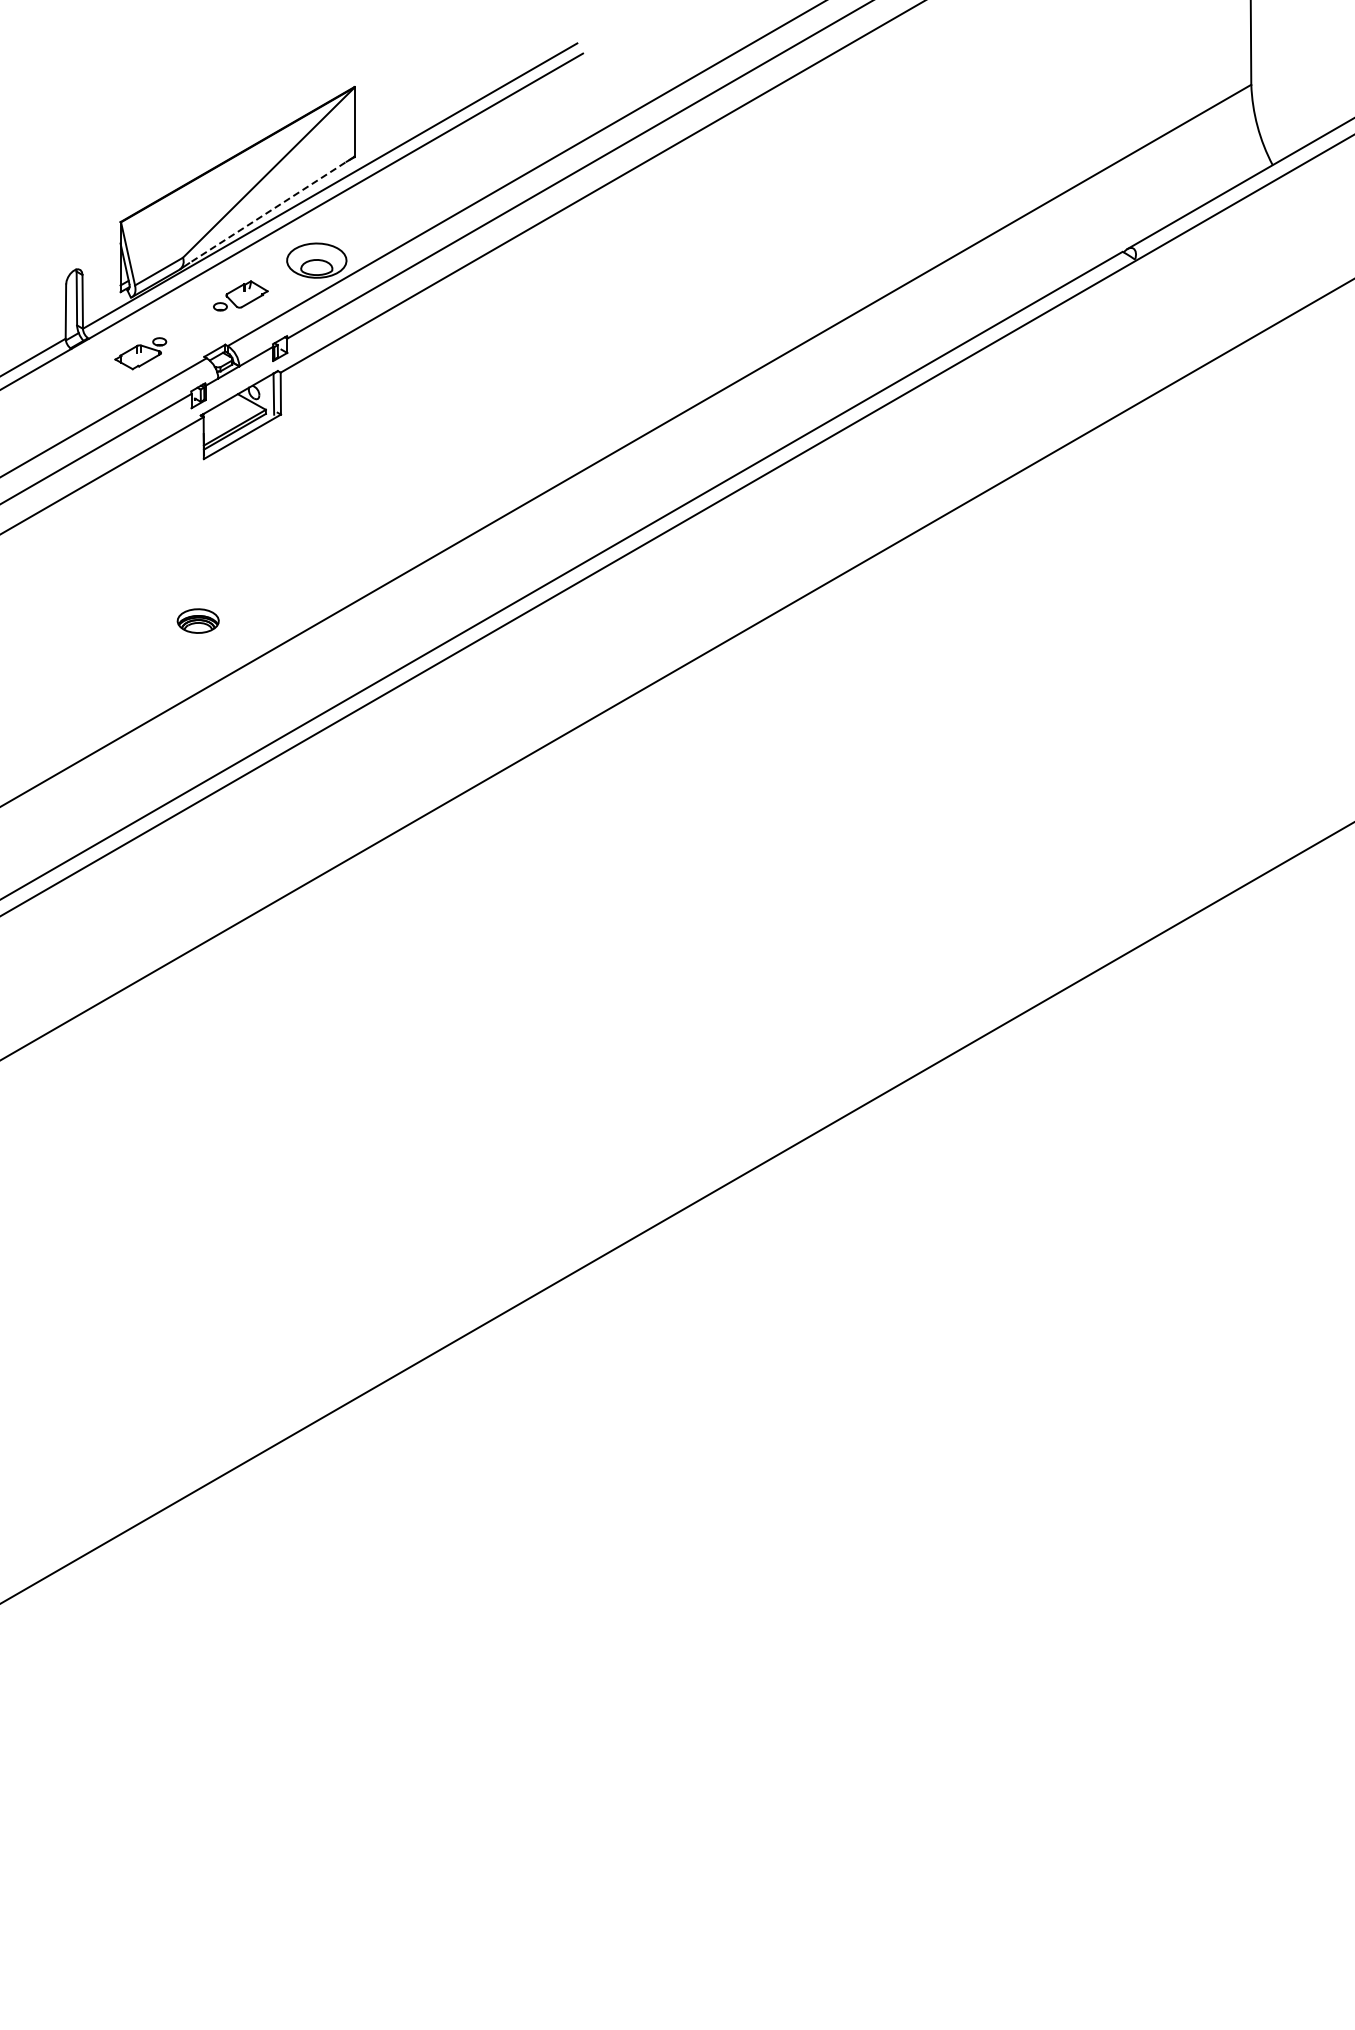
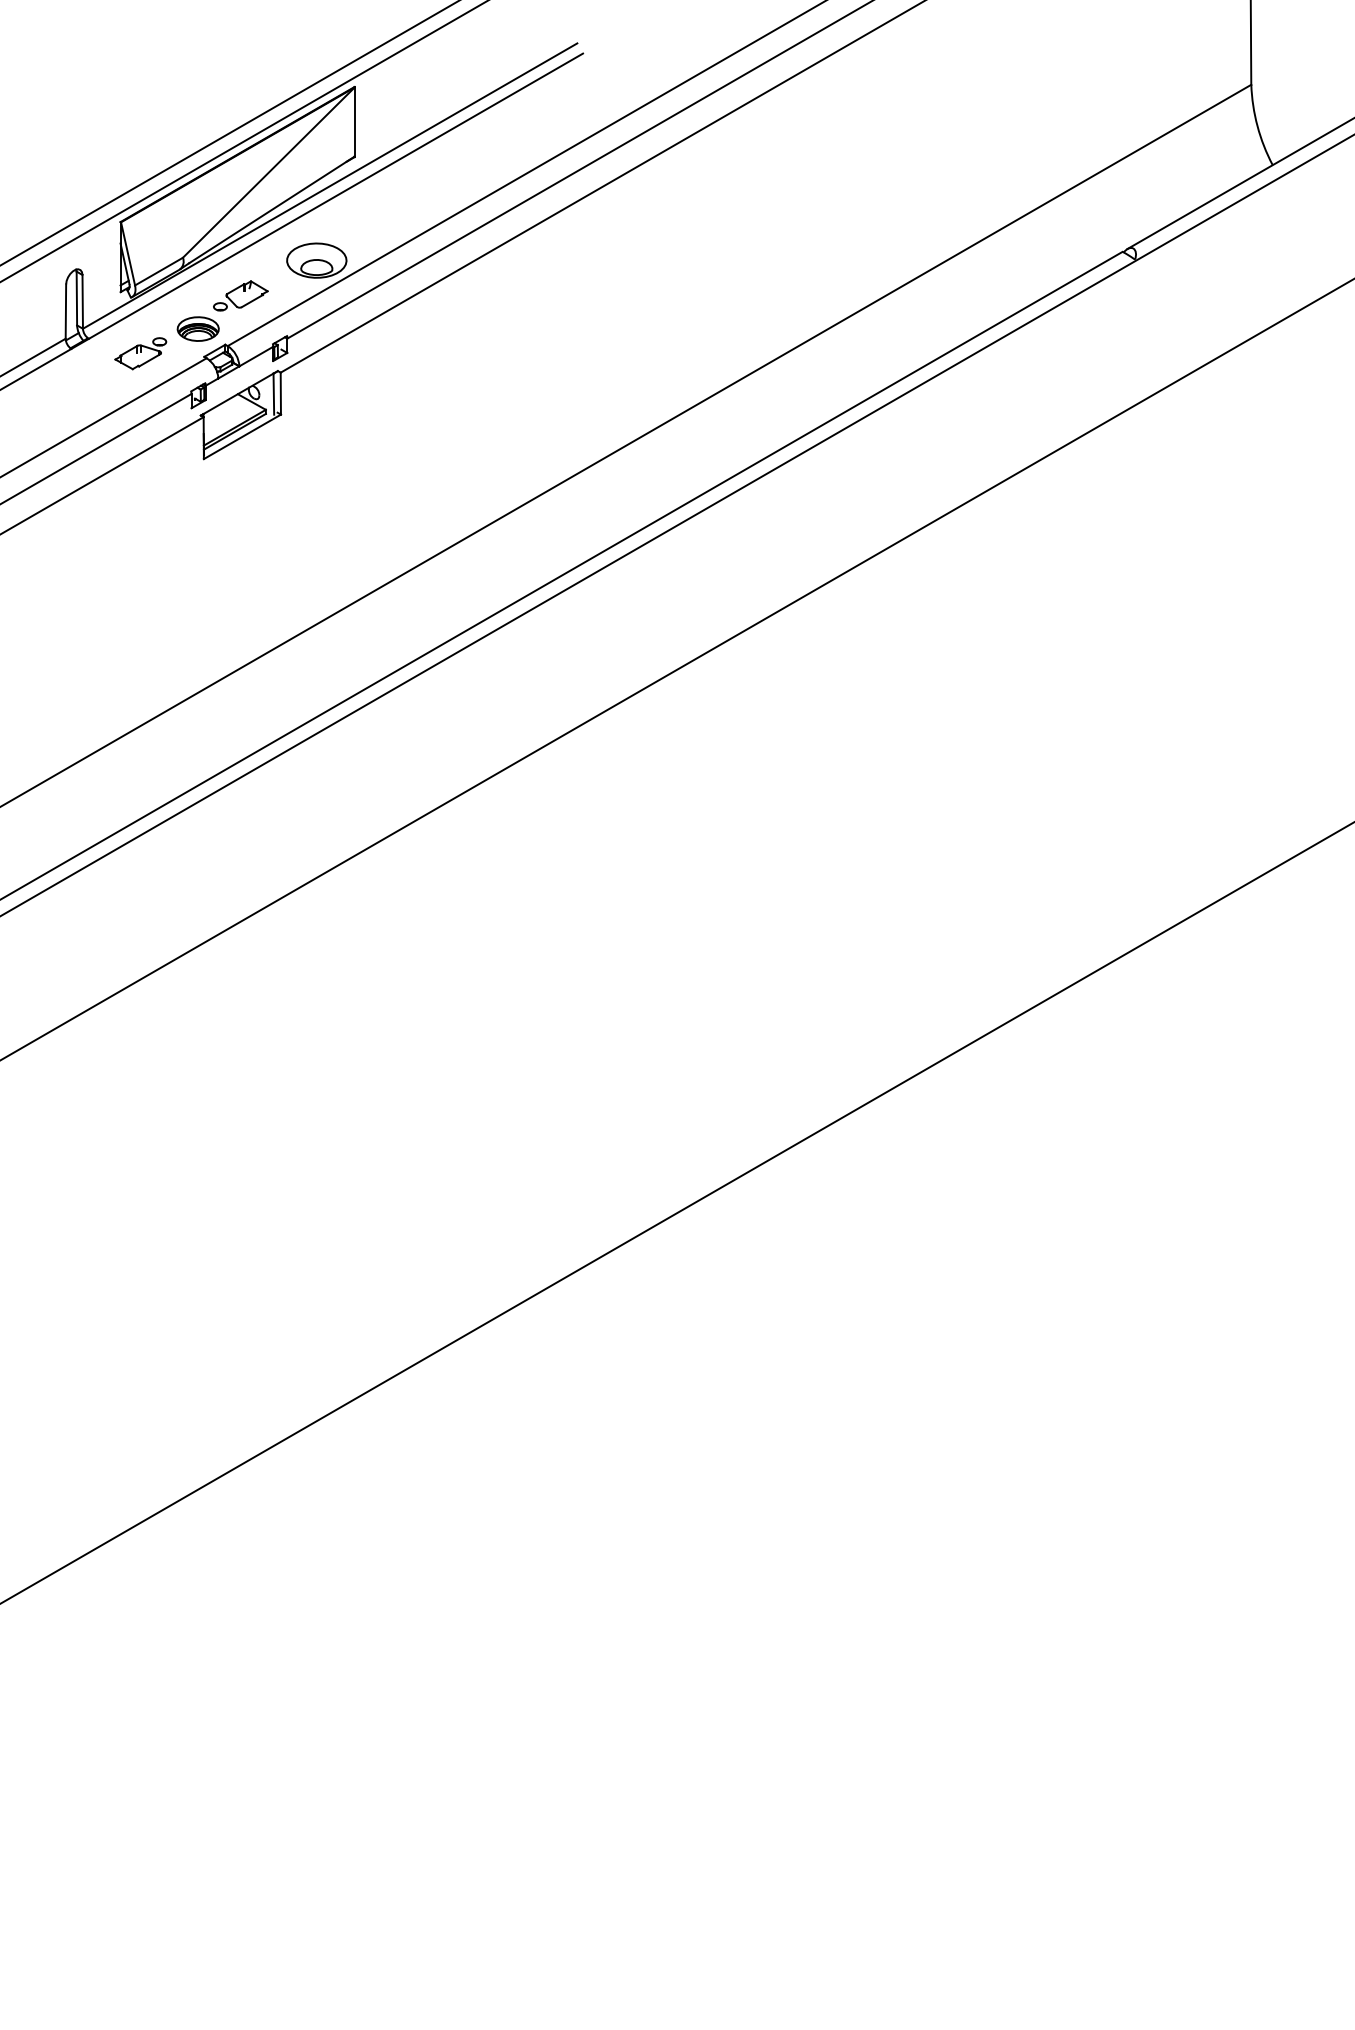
line at (229, 133): none -> present
line at (243, 141): none -> present
line at (271, 210): dashed -> solid
part at (197, 620) position: (197, 620) -> (197, 328)
